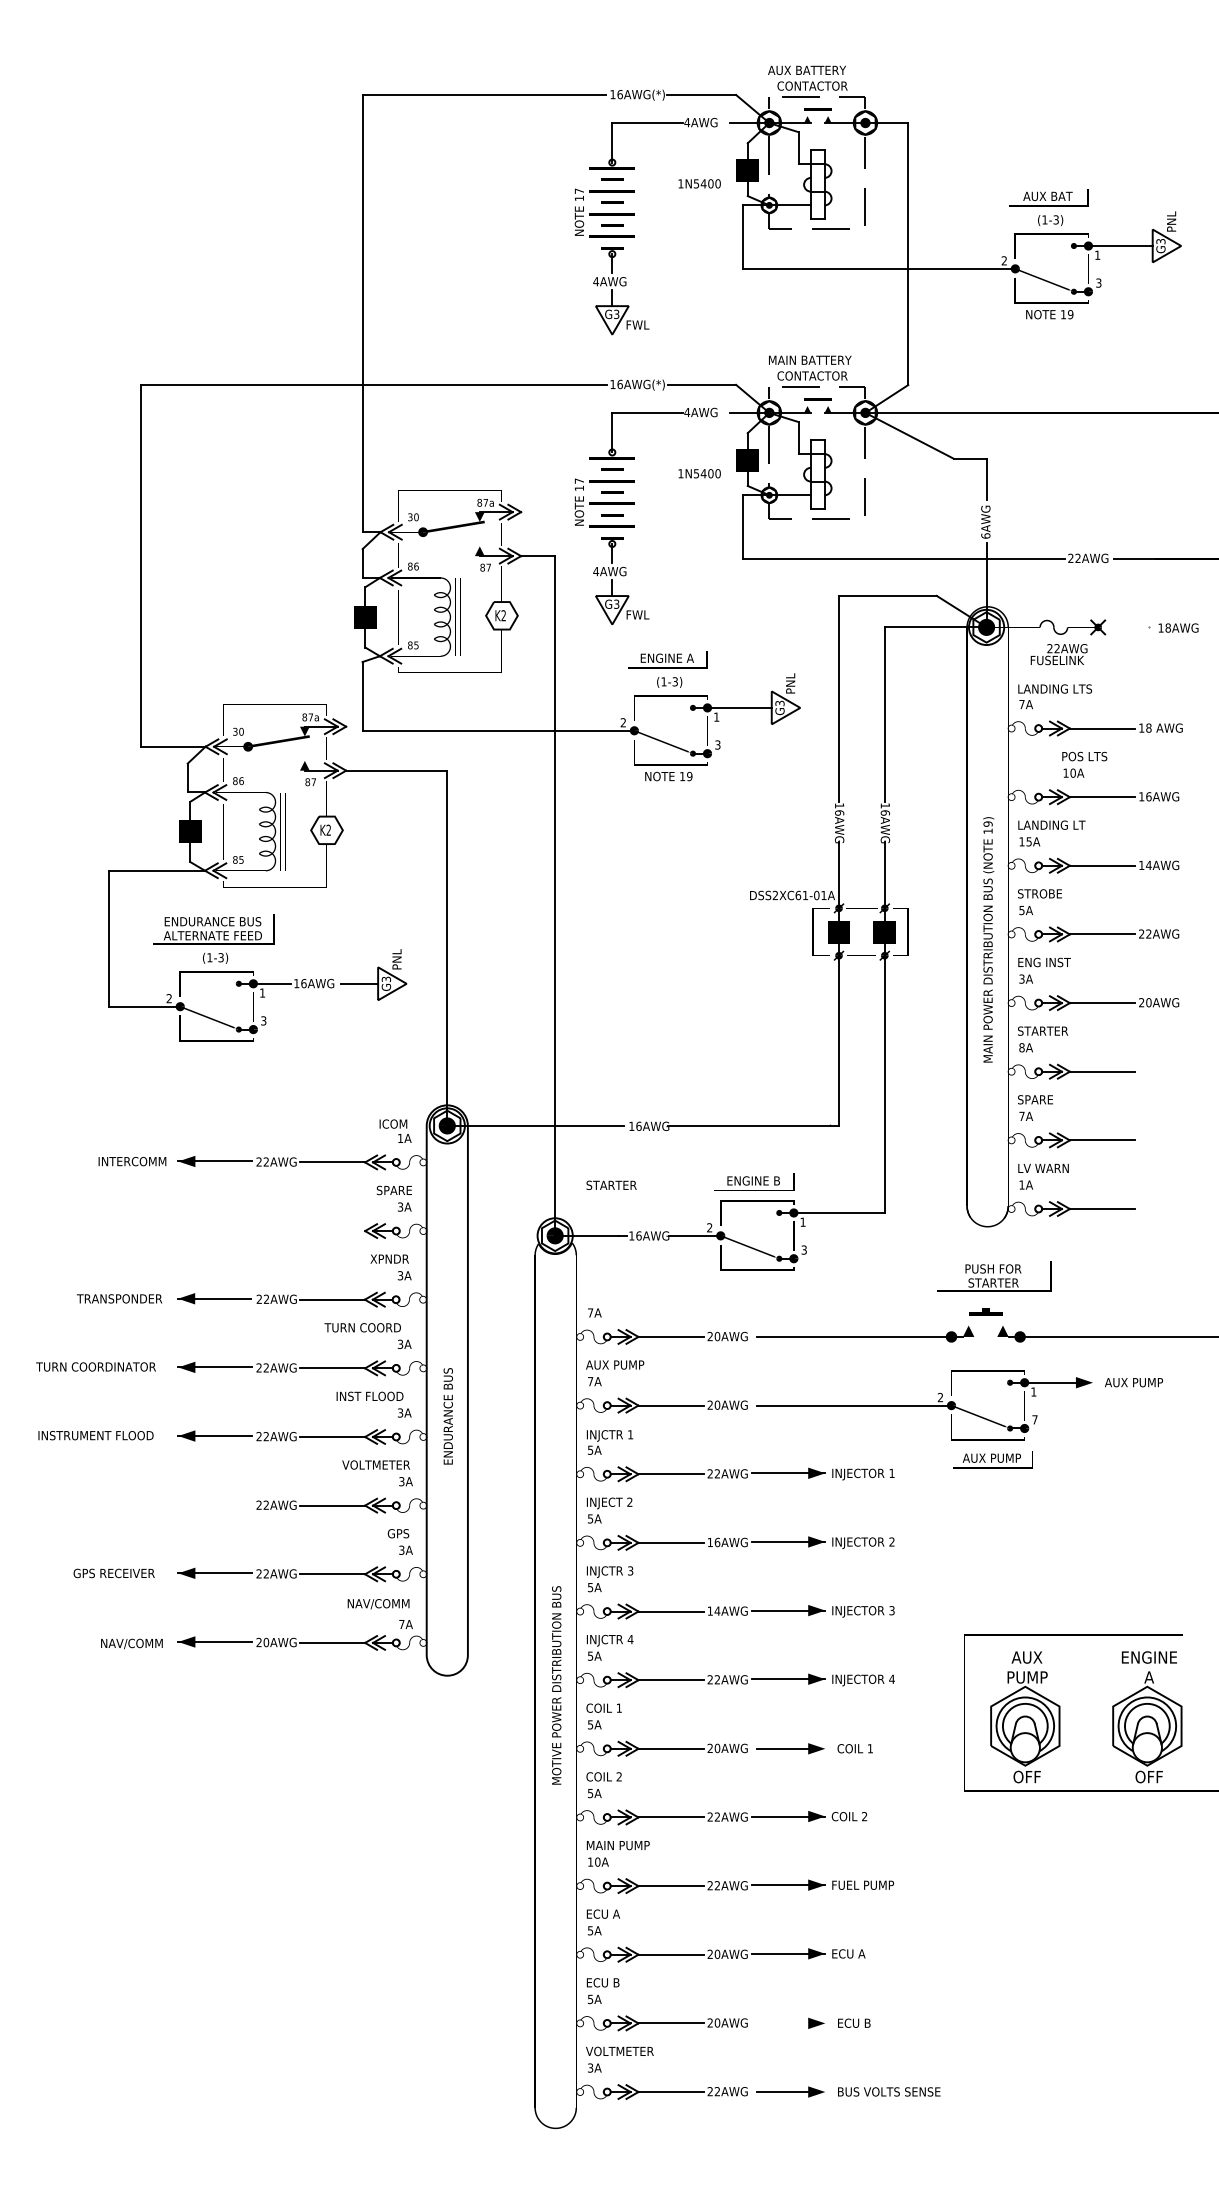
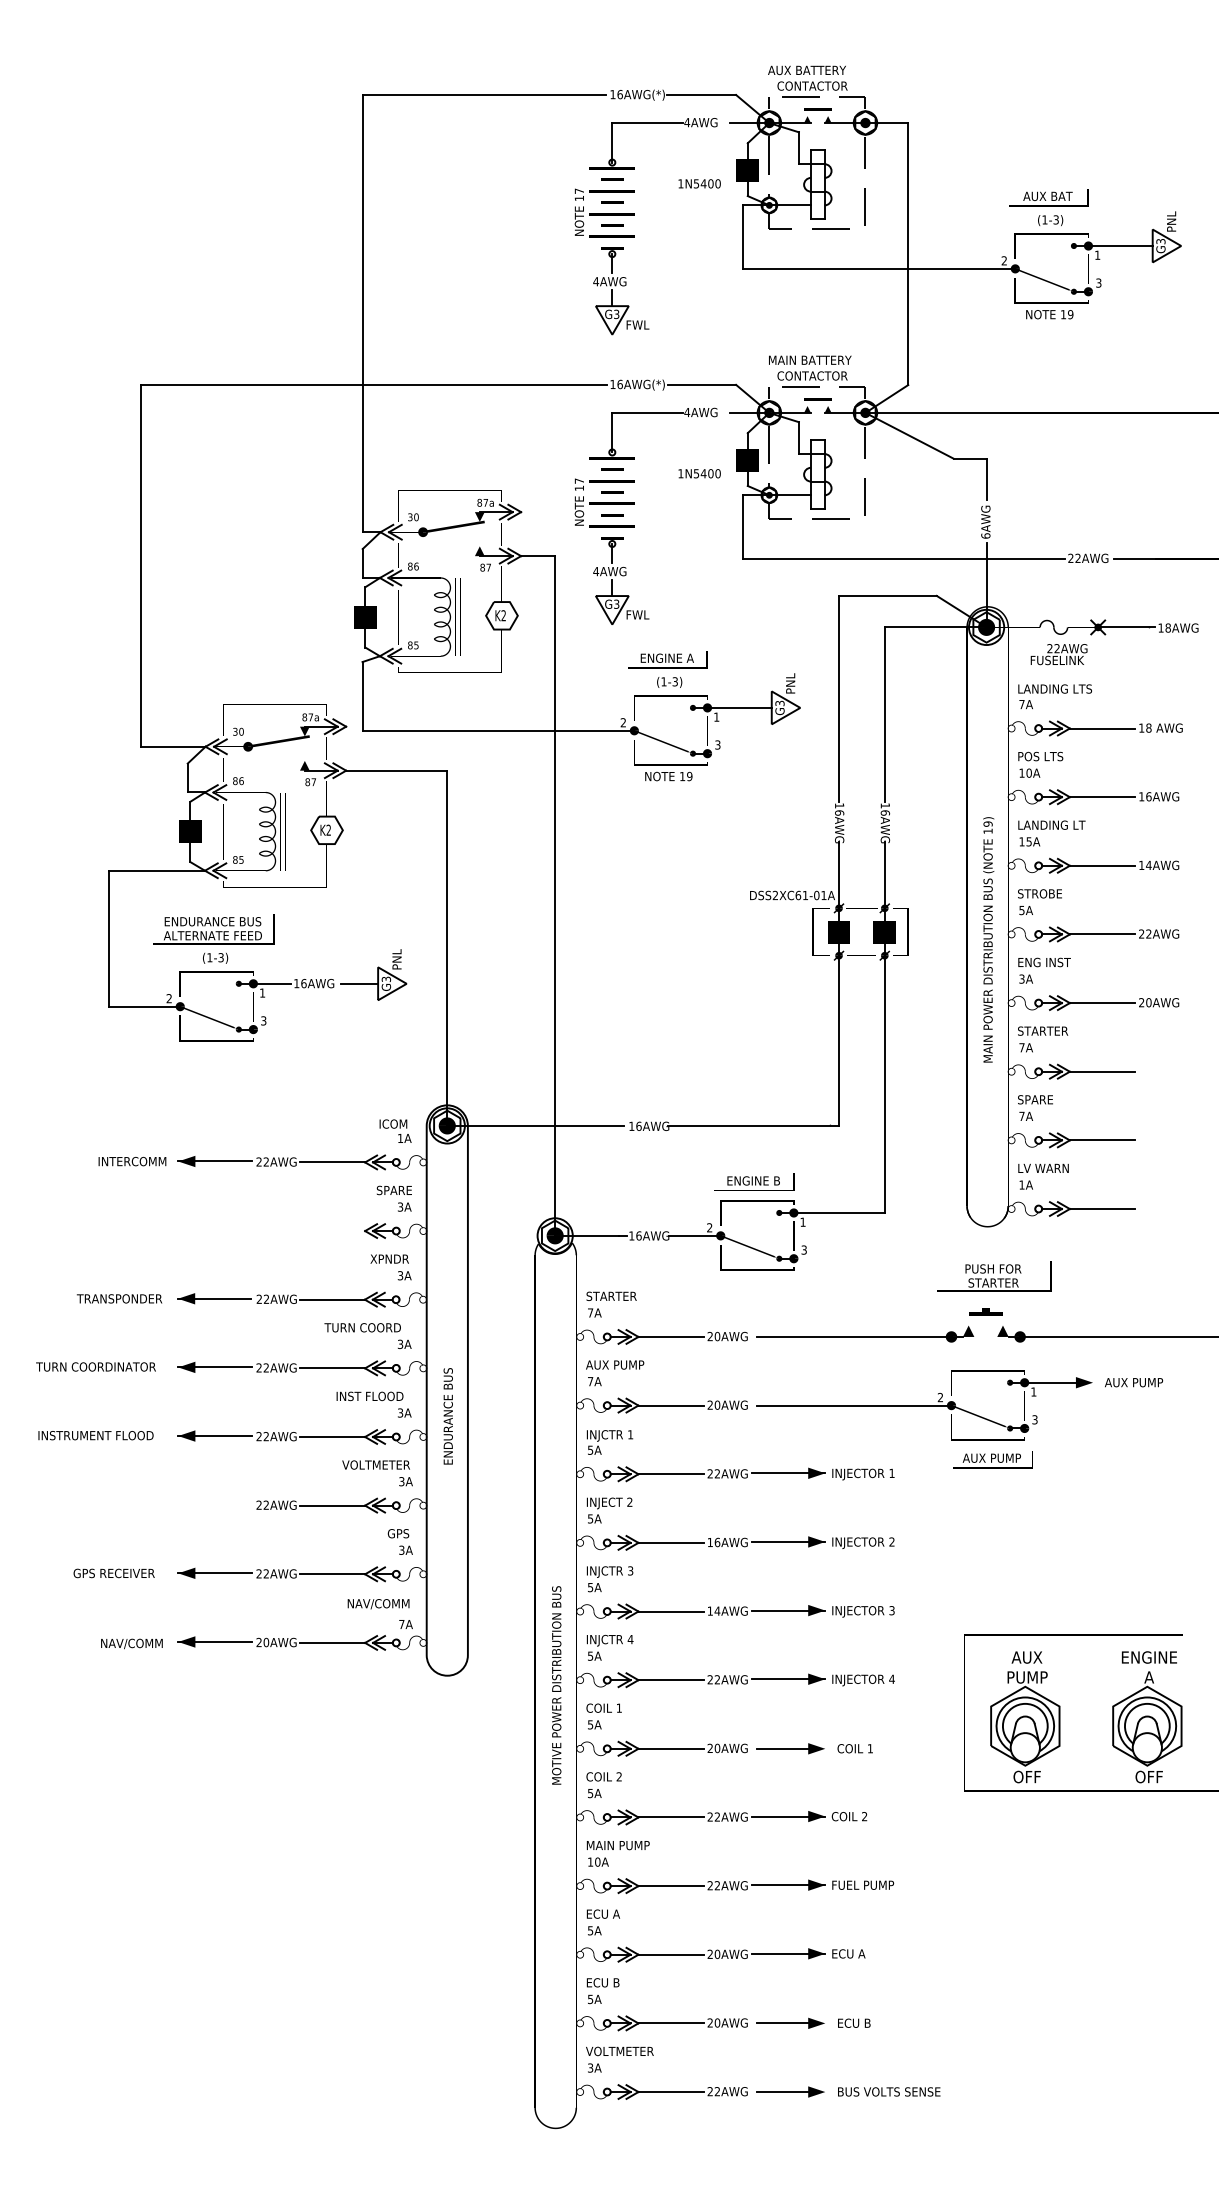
line at (1126, 627): none -> present
text at (1084, 764) position: (1084, 764) -> (1040, 764)
text at (1021, 1047): 8A -> 7A
text at (611, 1184) position: (611, 1184) -> (611, 1295)
text at (1034, 1419): 7 -> 3
line at (782, 2023): none -> present
